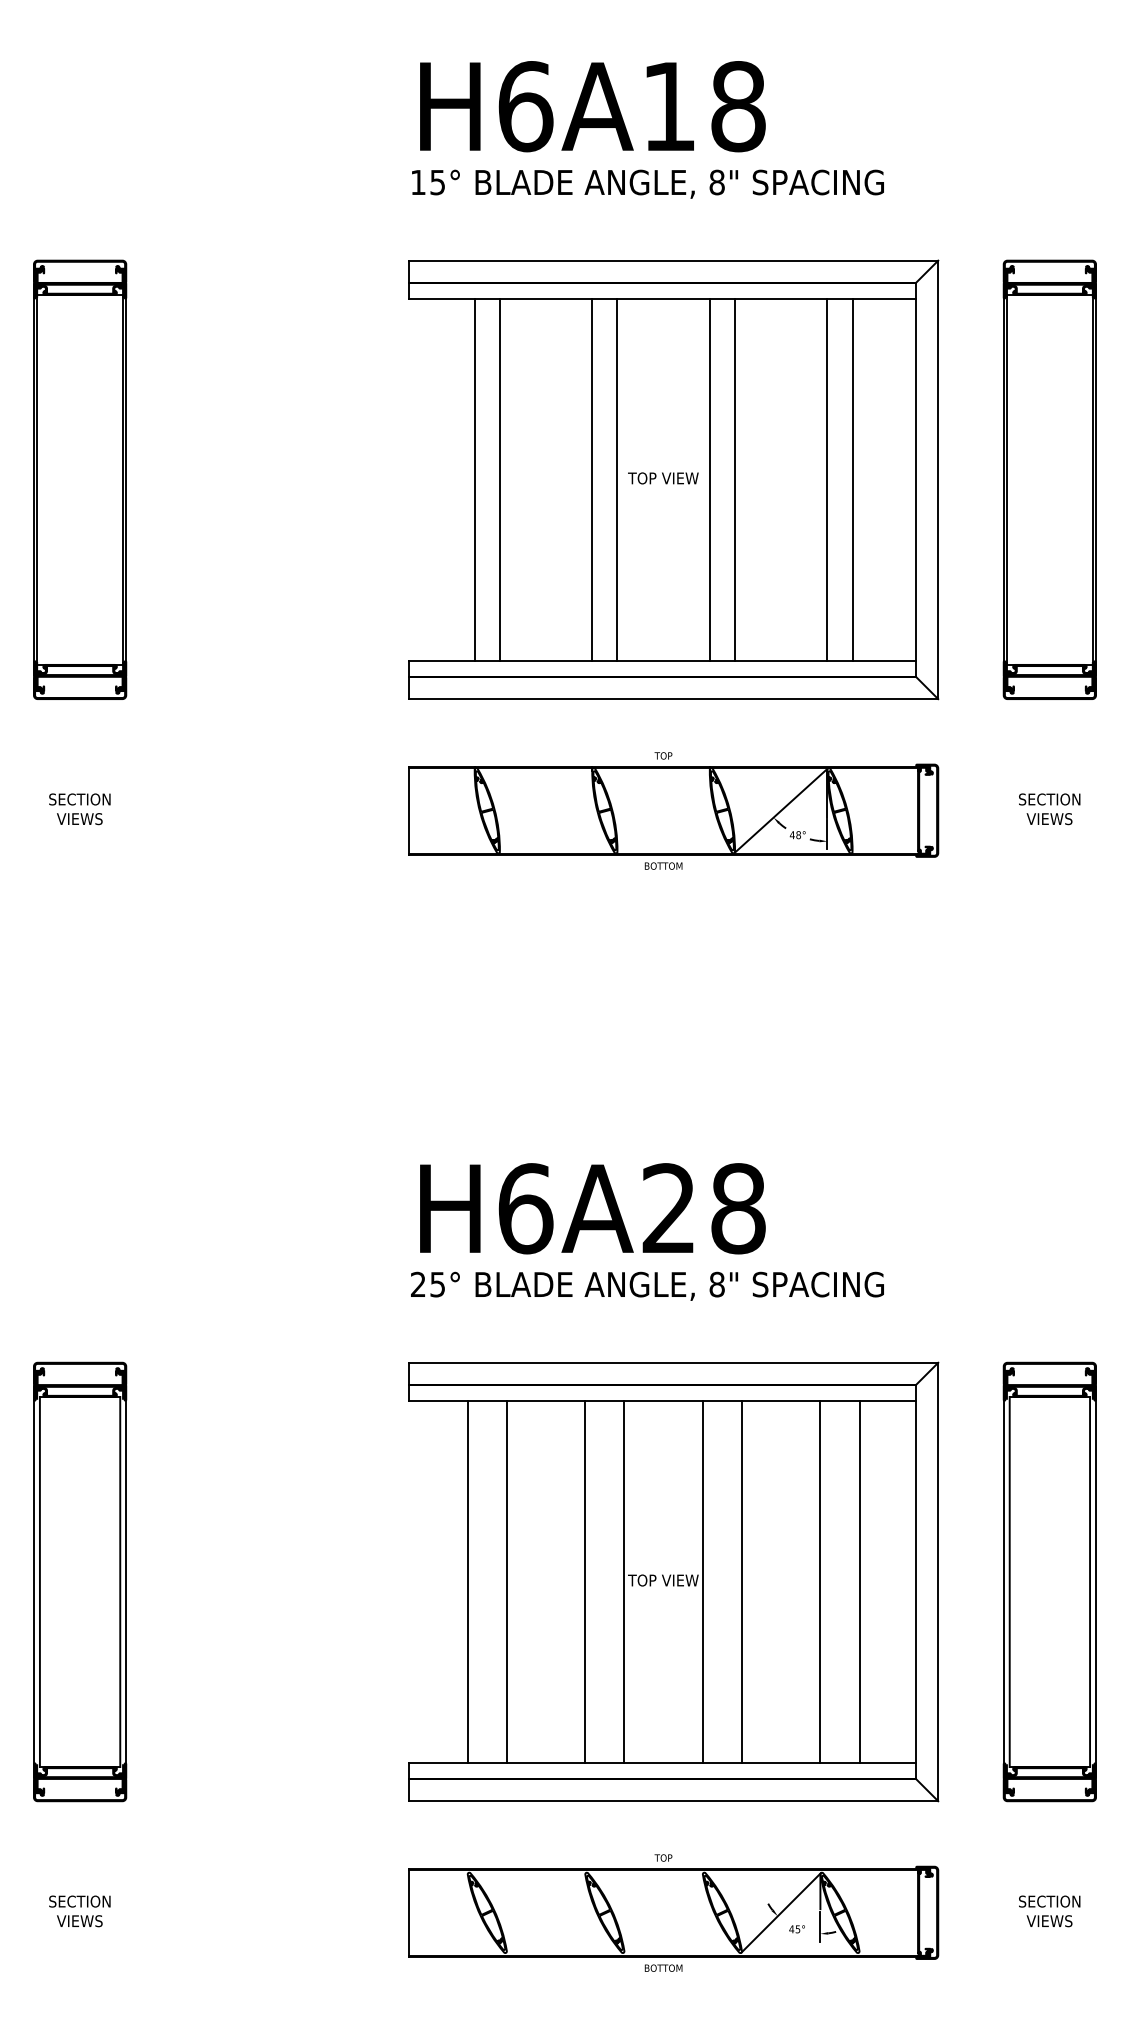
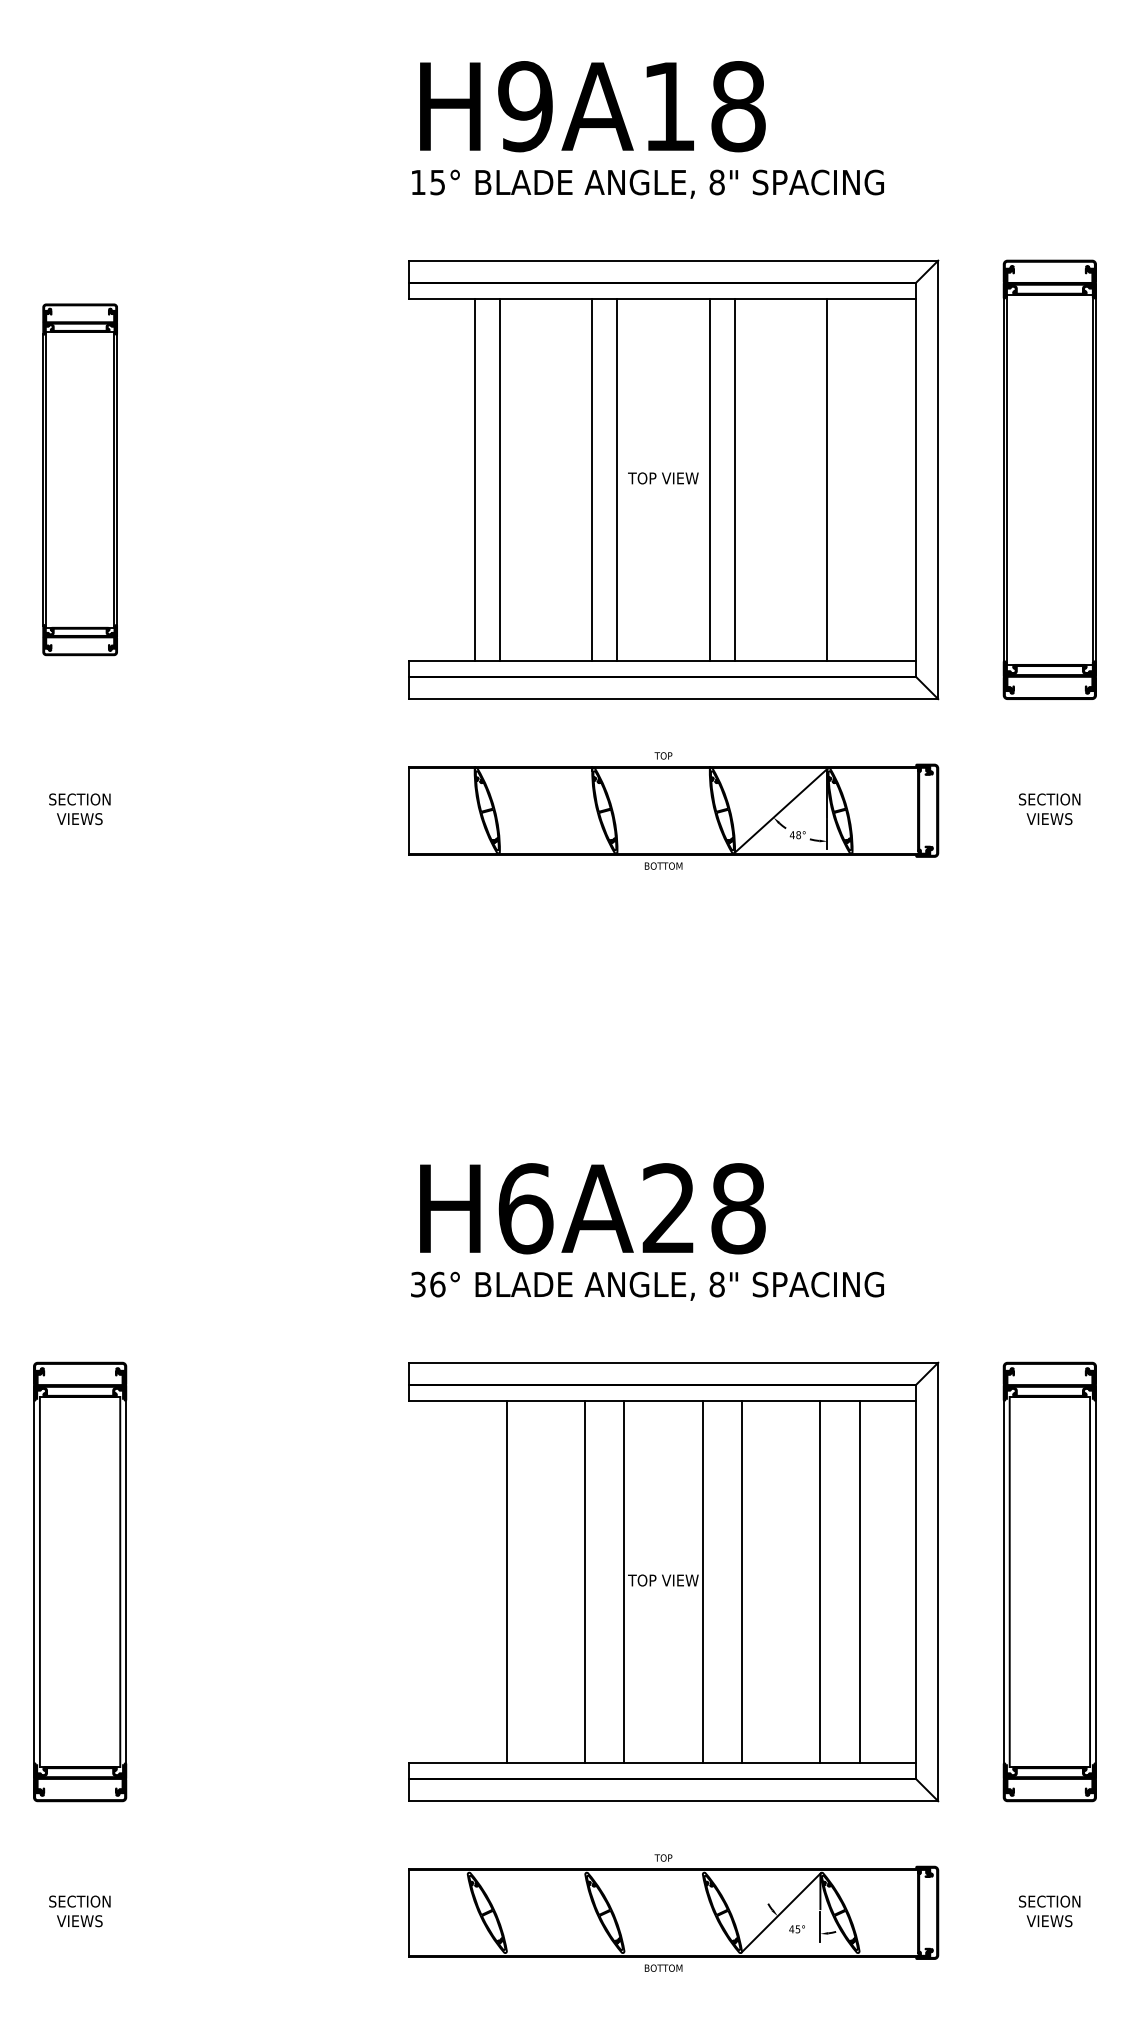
text at (525, 106): H6A18 -> H9A18
part at (80, 479) size: 95x441 px -> 76x354 px
line at (852, 479): present -> none
text at (428, 1284): 25° -> 36°
line at (467, 1581): present -> none
